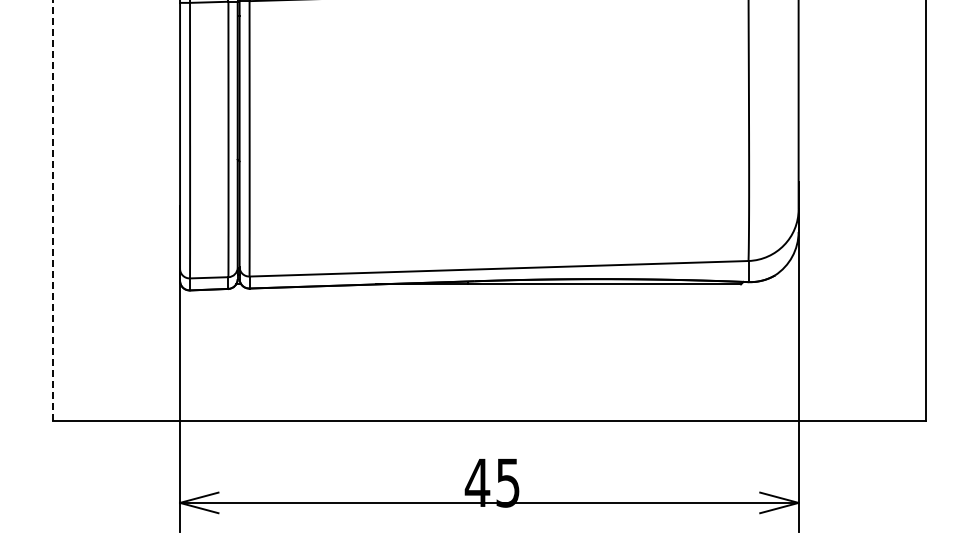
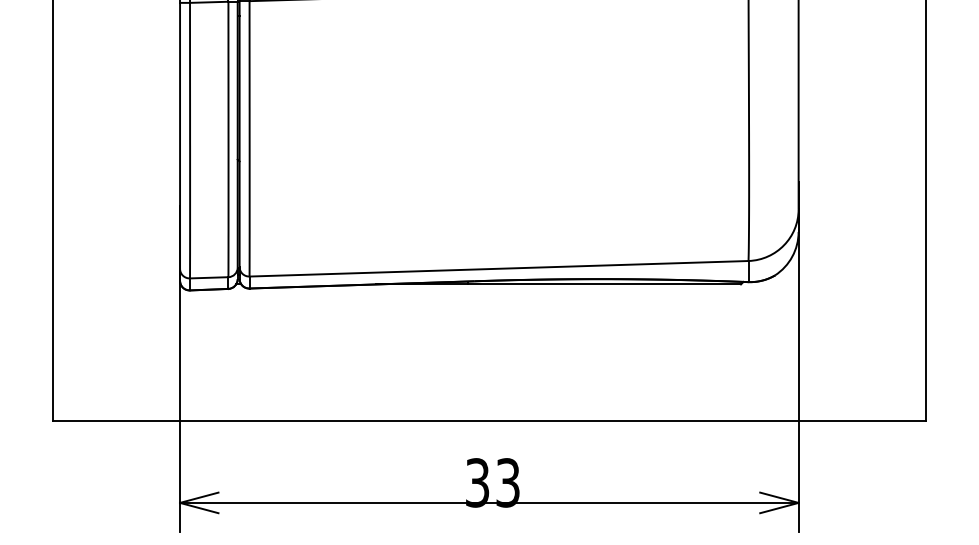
line at (52, 210): dashed -> solid
text at (491, 482): 45 -> 33
